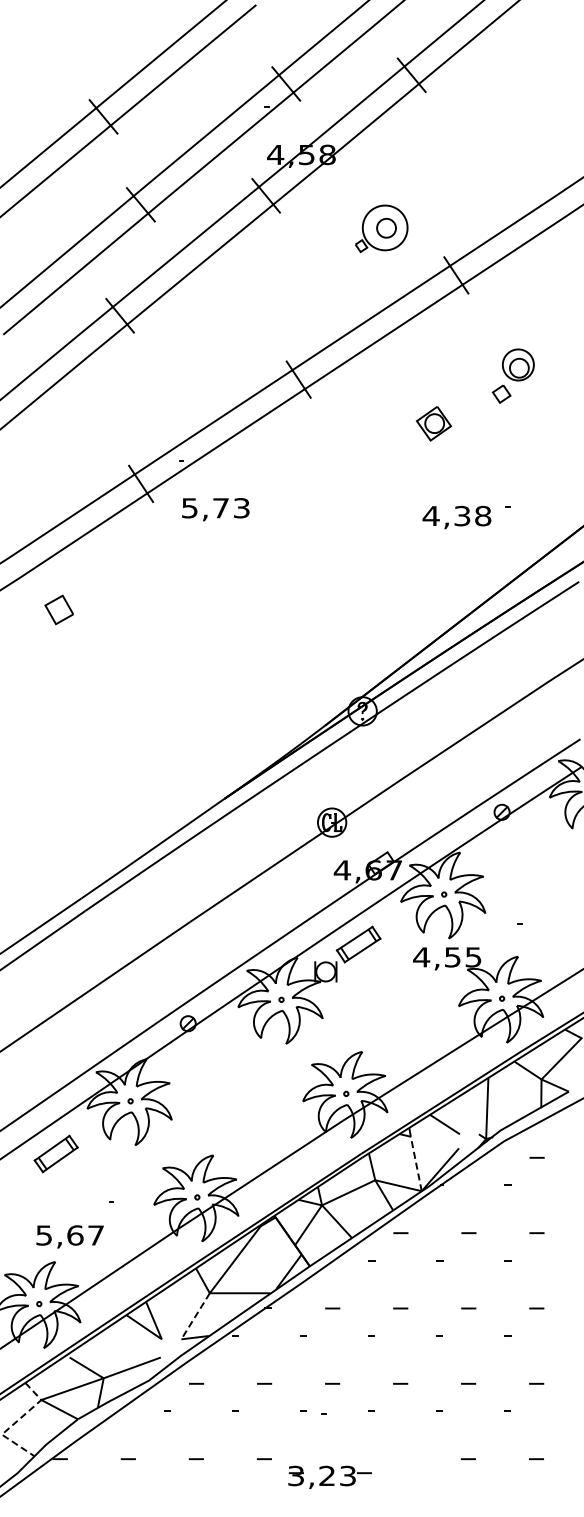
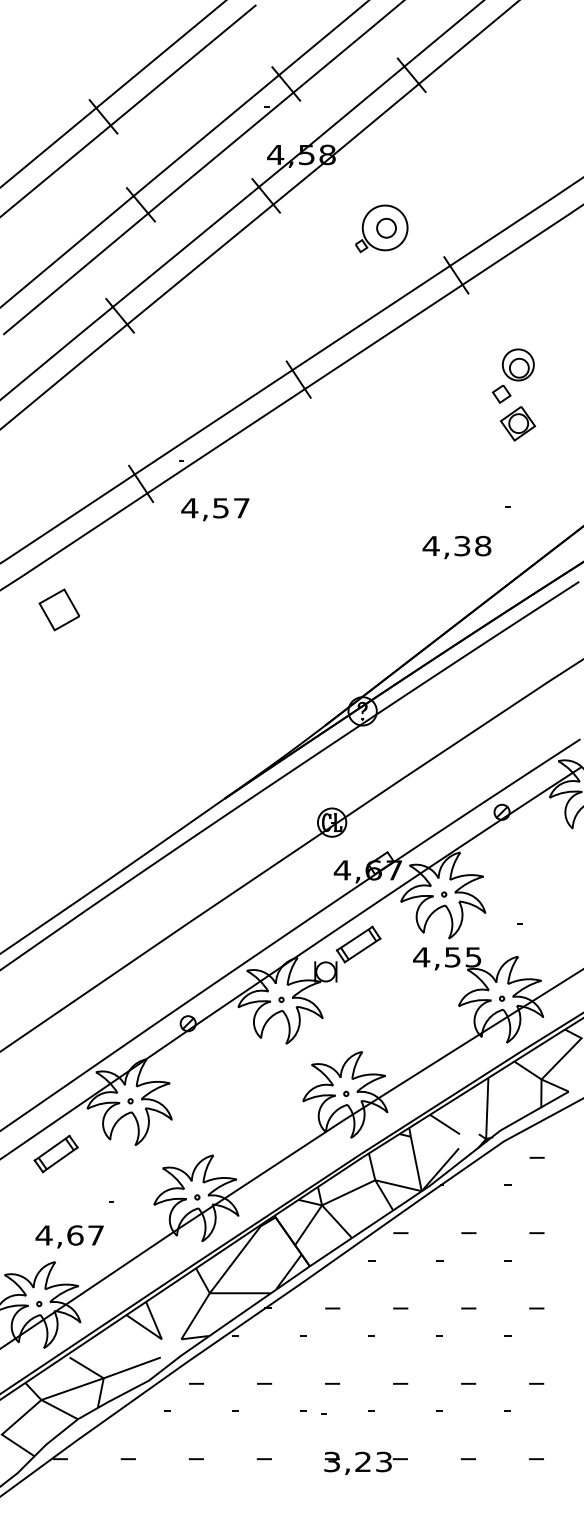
part at (434, 423) position: (434, 423) -> (518, 423)
text at (215, 508): 5,73 -> 4,57
text at (456, 517) position: (456, 517) -> (456, 547)
part at (58, 609) size: 30x32 px -> 42x44 px
line at (416, 1163): dashed -> solid
text at (43, 1235): 5,67 -> 4,67
line at (195, 1316): dashed -> solid
line at (16, 1422): dashed -> solid
part at (329, 1476) position: (329, 1476) -> (365, 1462)
